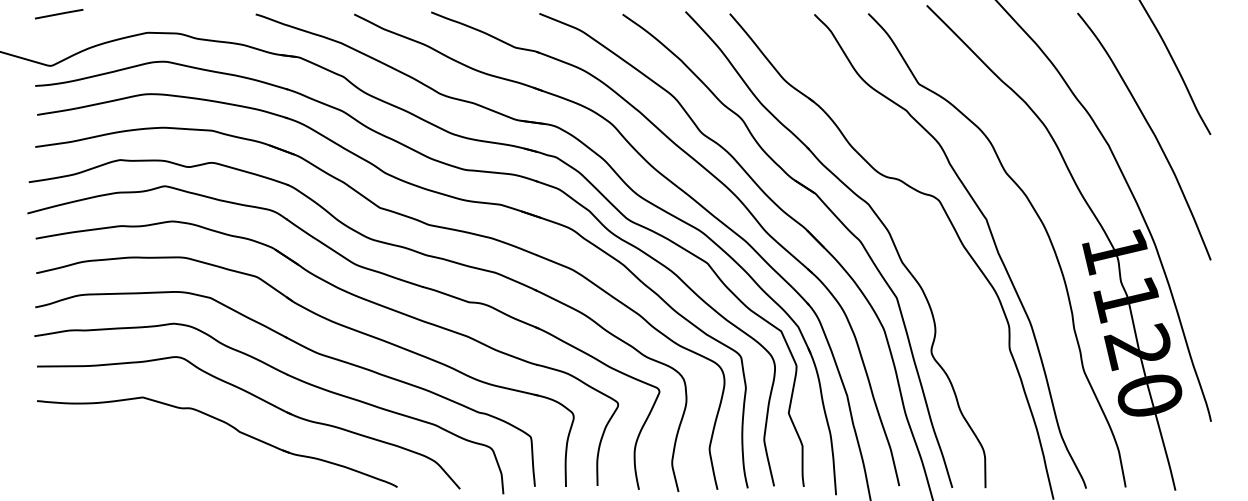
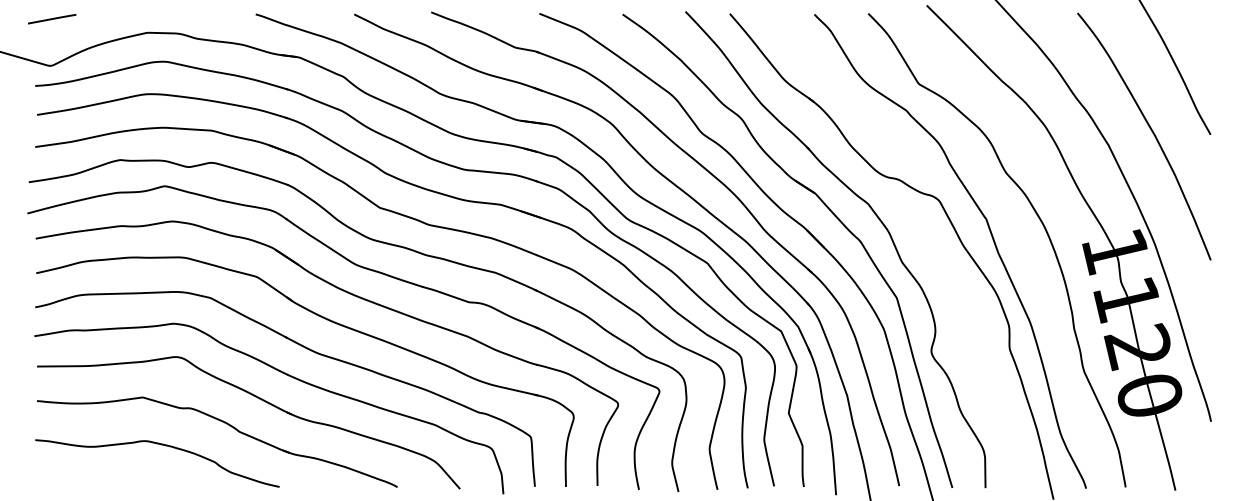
line at (59, 14) position: (59, 14) -> (52, 19)
curve at (161, 445): none -> present
